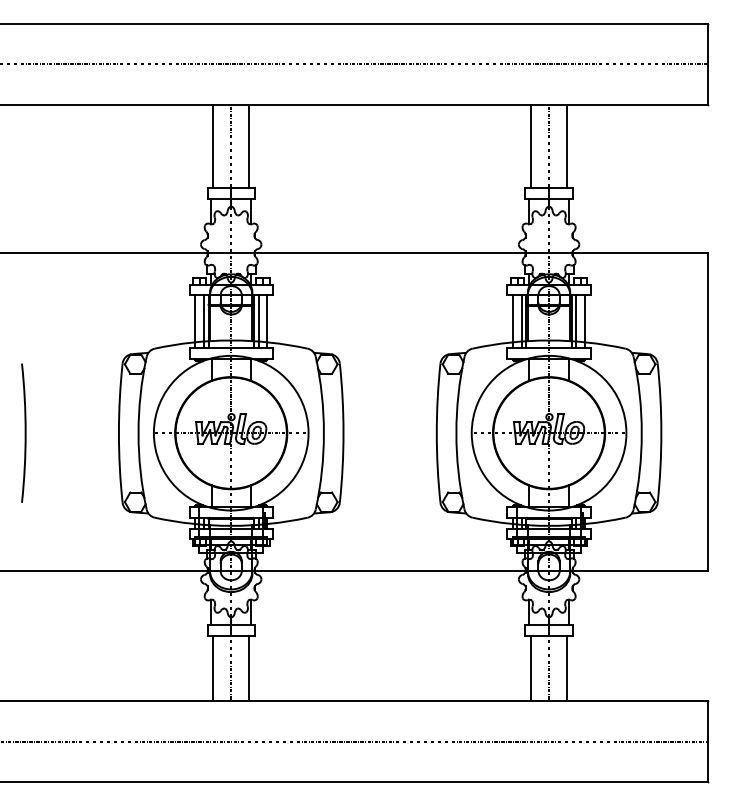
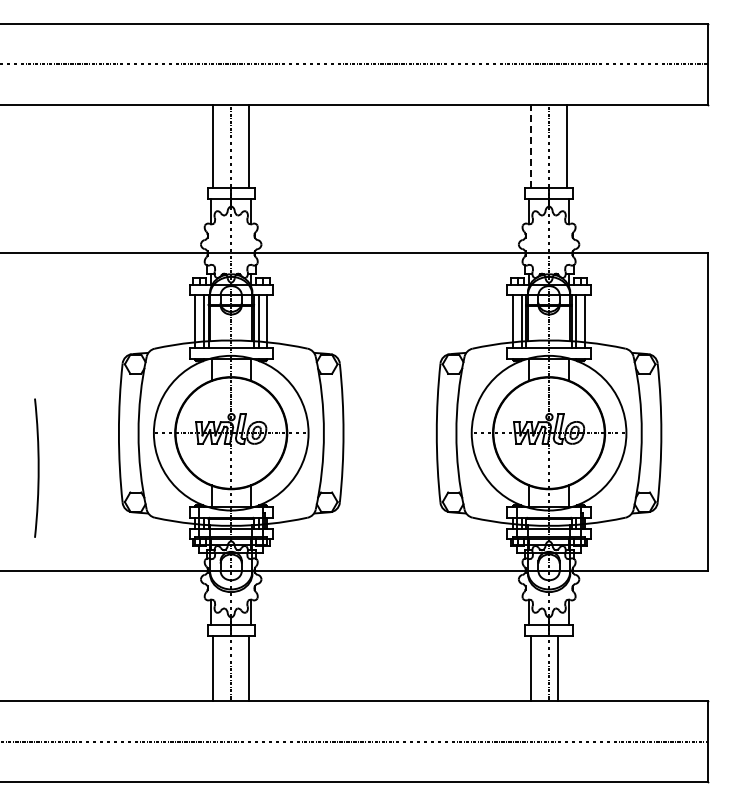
line at (531, 146): solid -> dashed
arc at (24, 432) position: (24, 432) -> (37, 467)
line at (566, 668) position: (566, 668) -> (557, 668)
